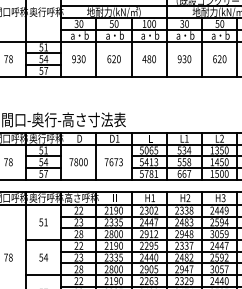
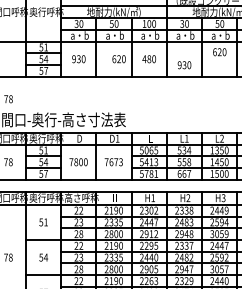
text at (8, 59) position: (8, 59) -> (8, 99)
text at (113, 59) position: (113, 59) -> (118, 59)
text at (184, 59) position: (184, 59) -> (184, 65)
text at (219, 59) position: (219, 59) -> (219, 52)
